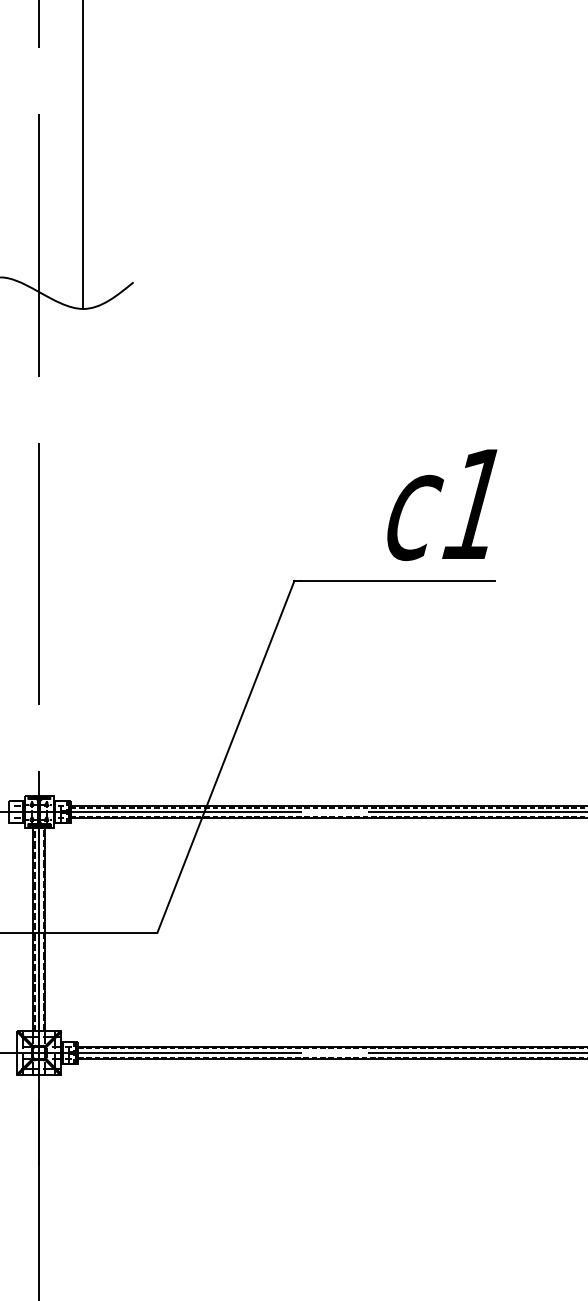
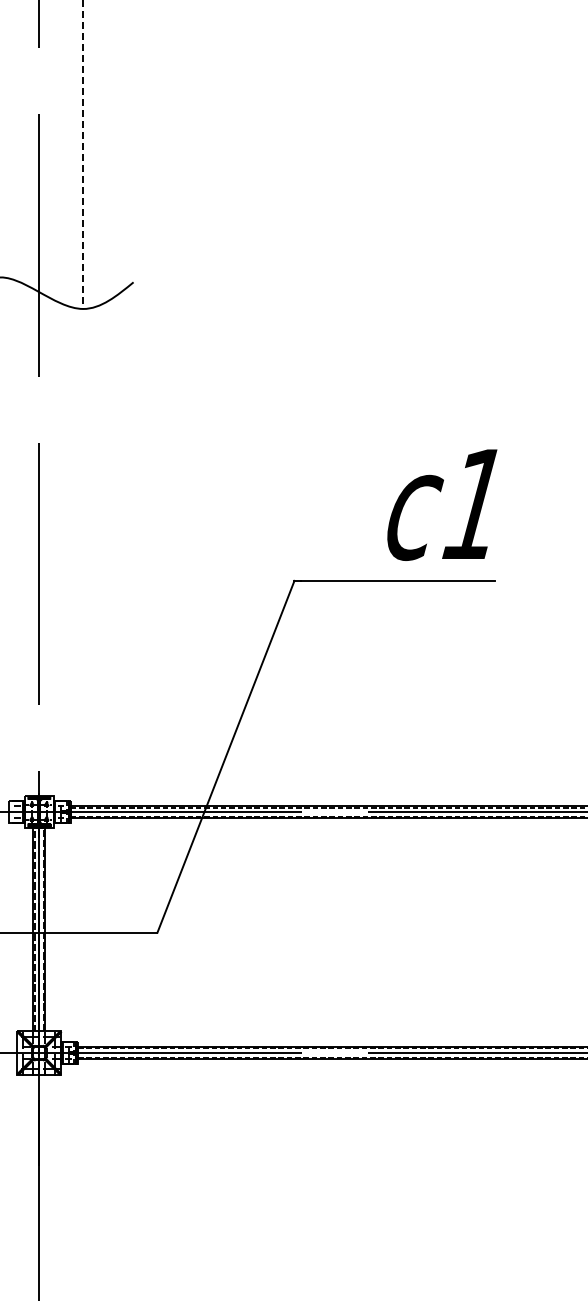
line at (83, 155): solid -> dashed
